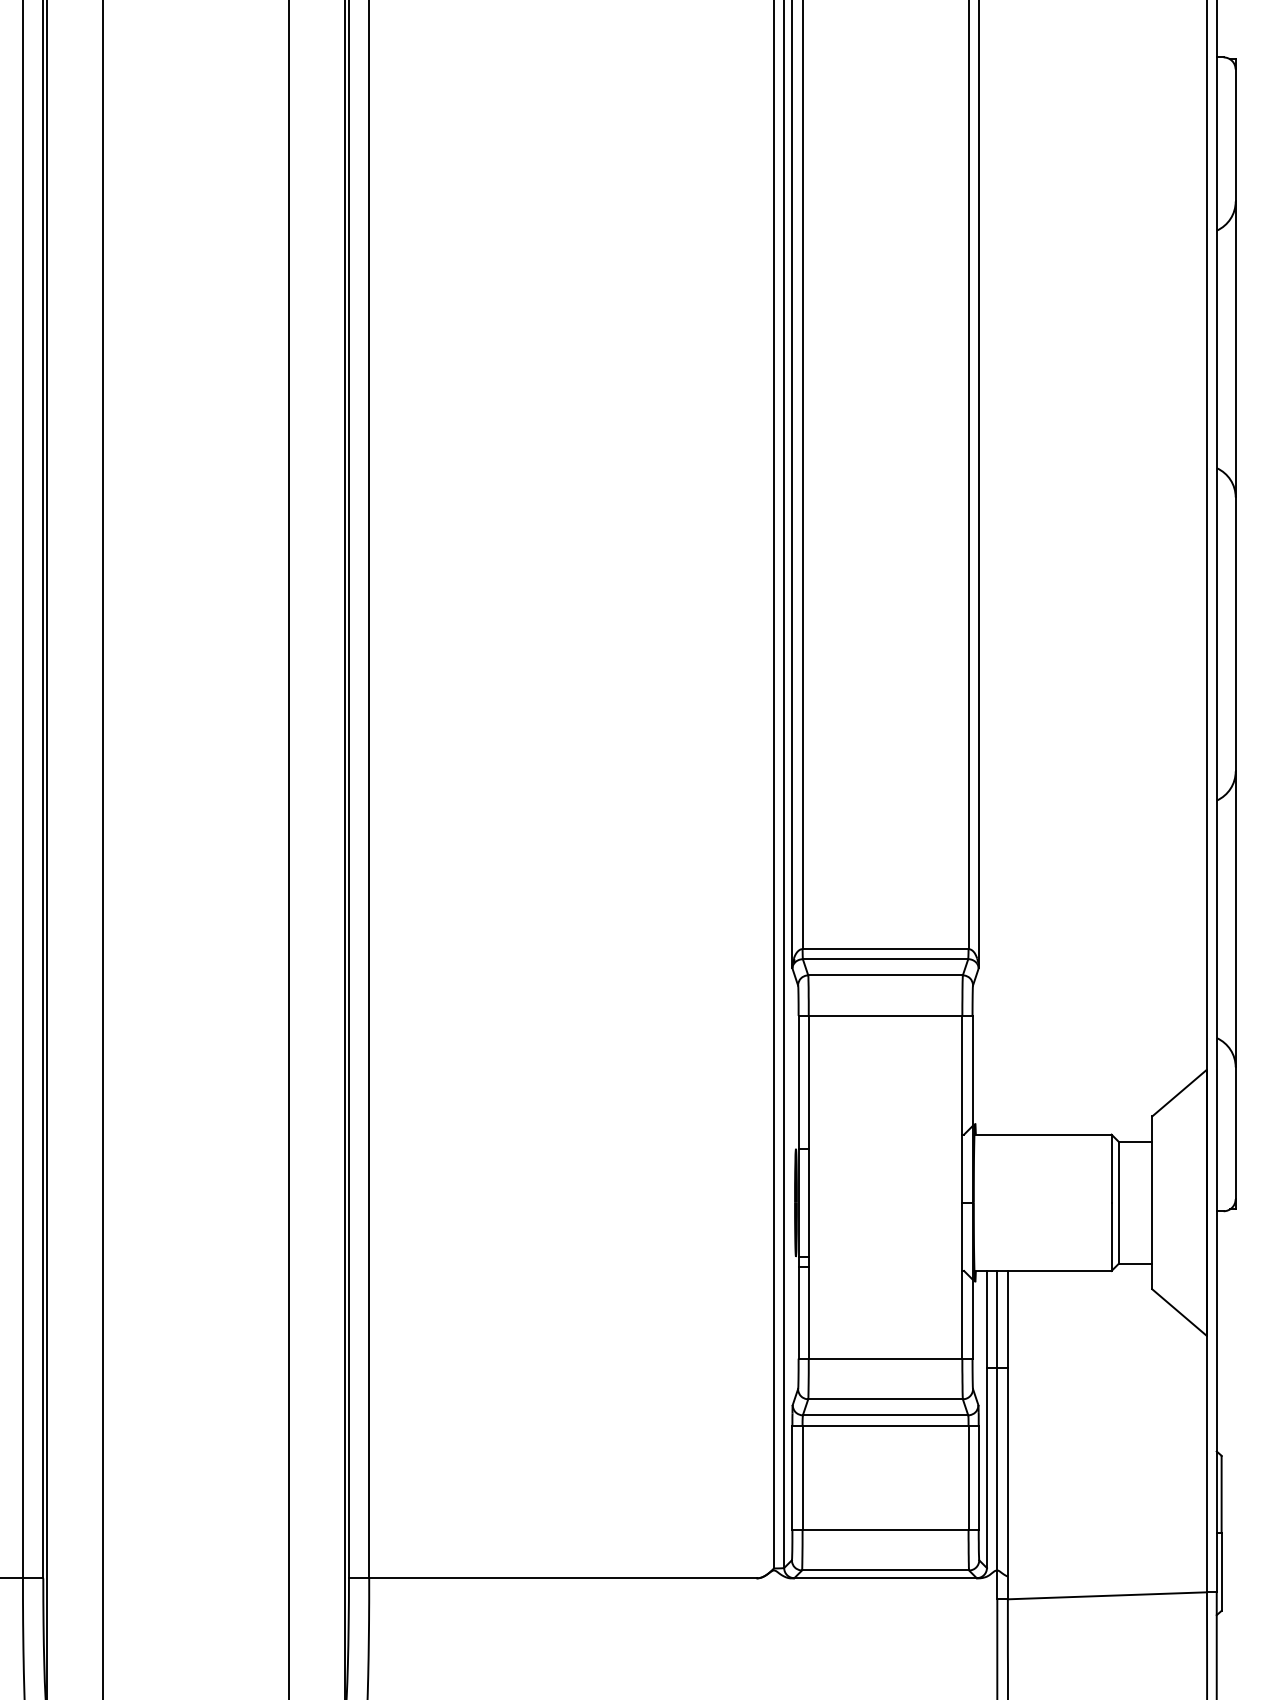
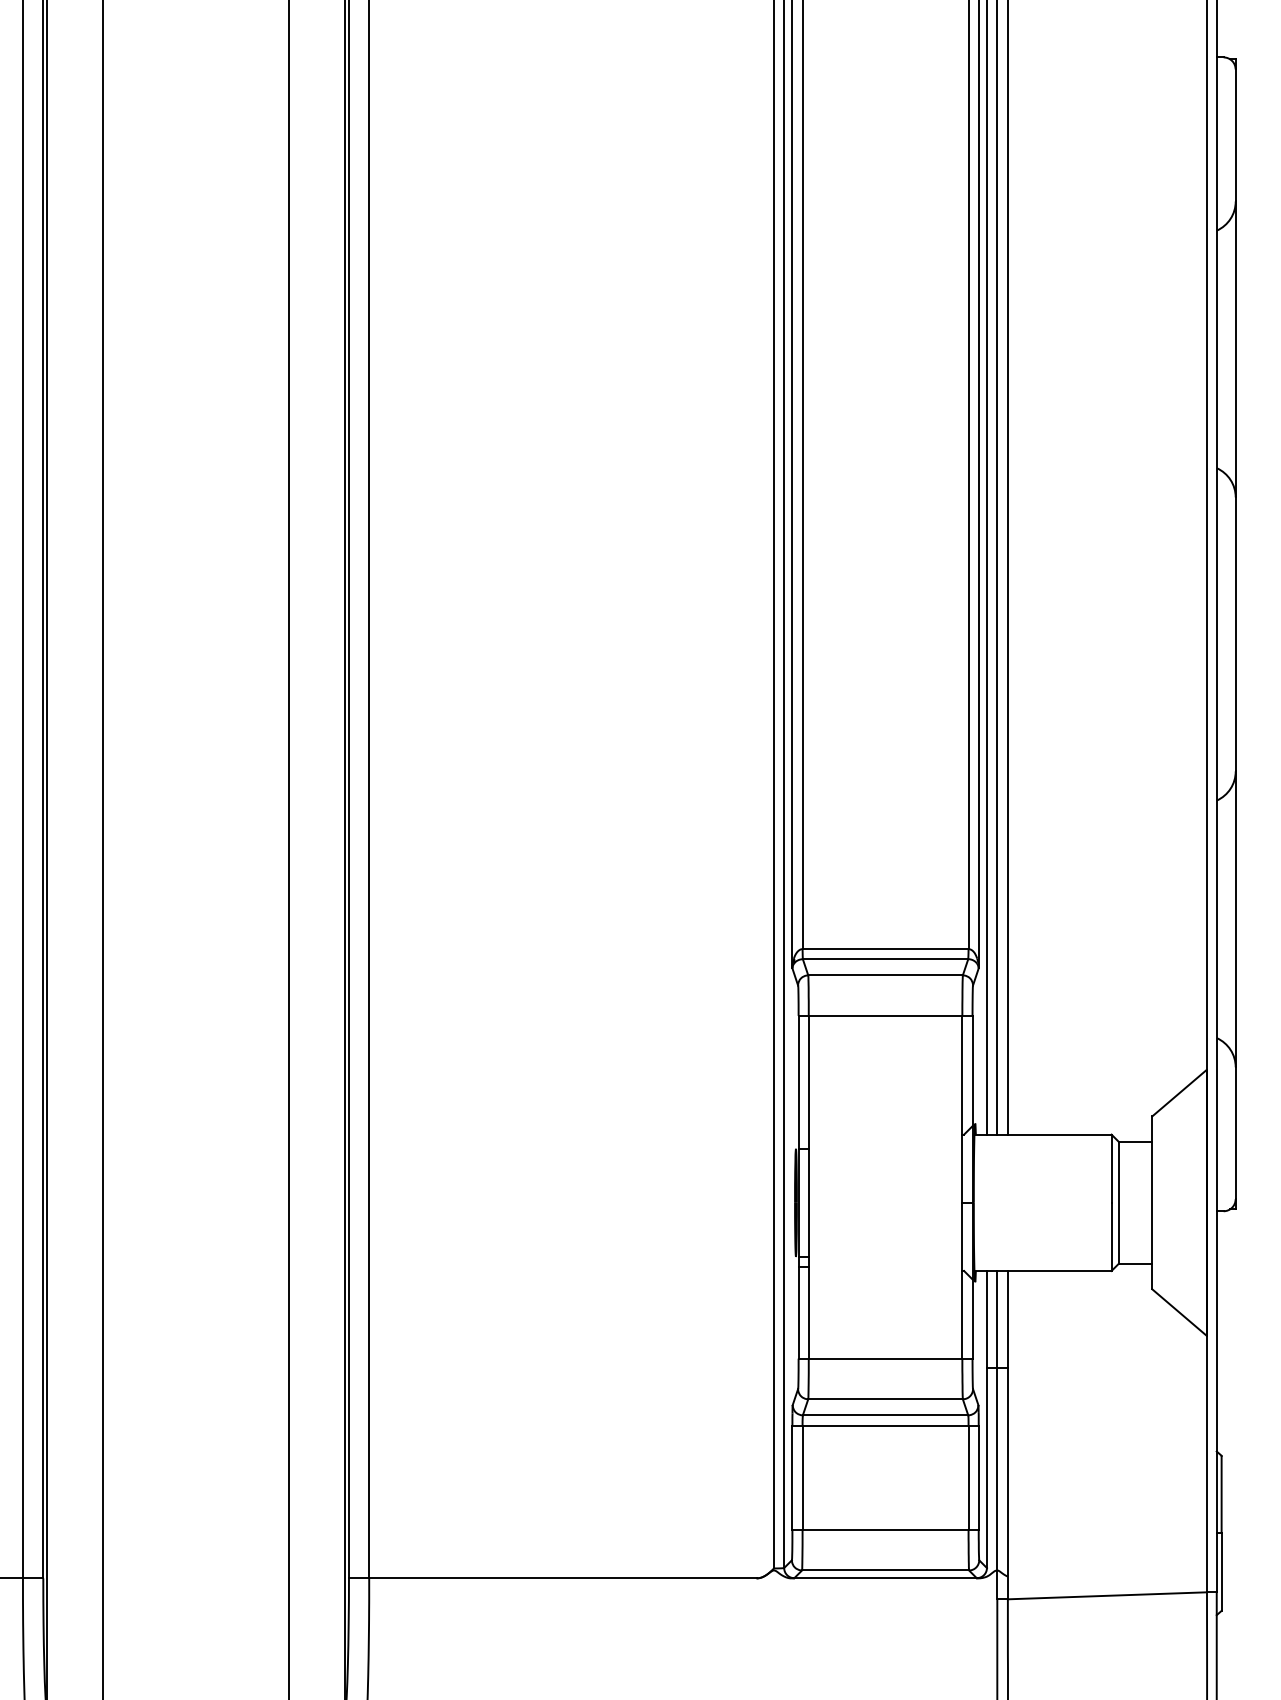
line at (986, 568): none -> present
line at (997, 568): none -> present
line at (1007, 568): none -> present
